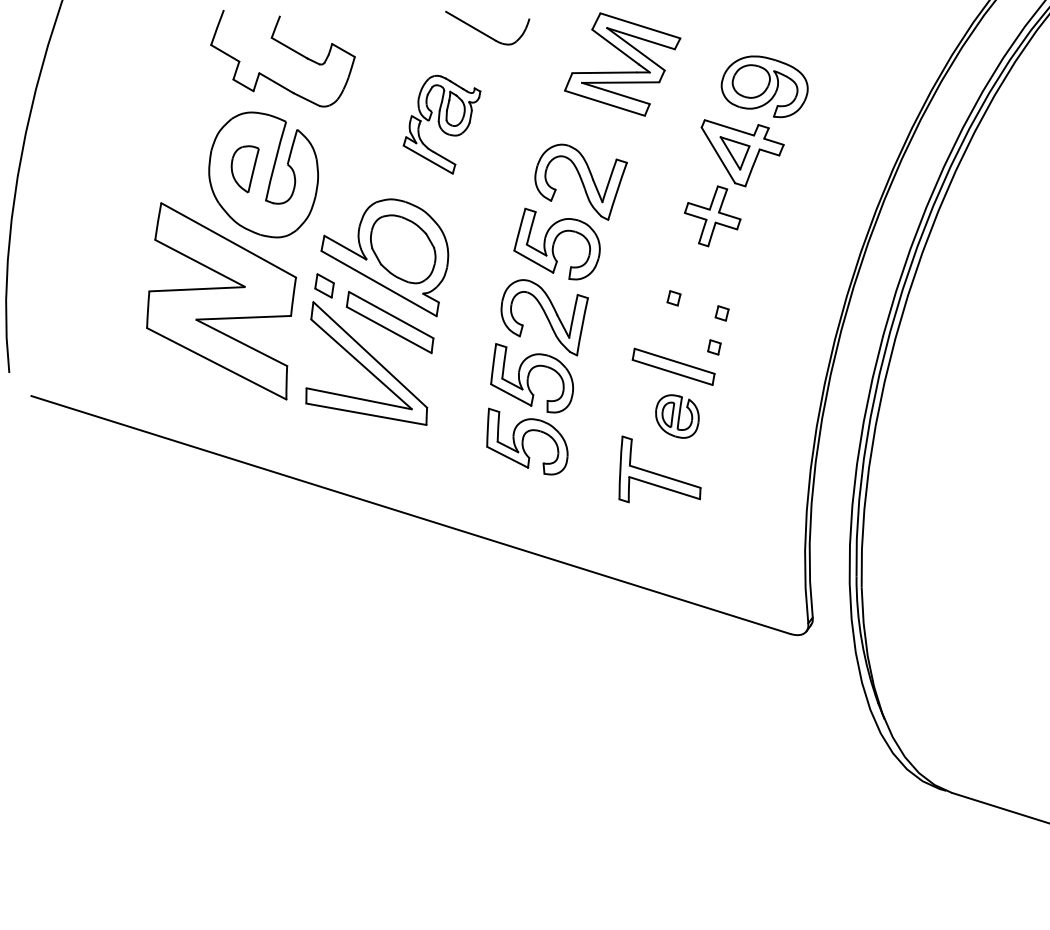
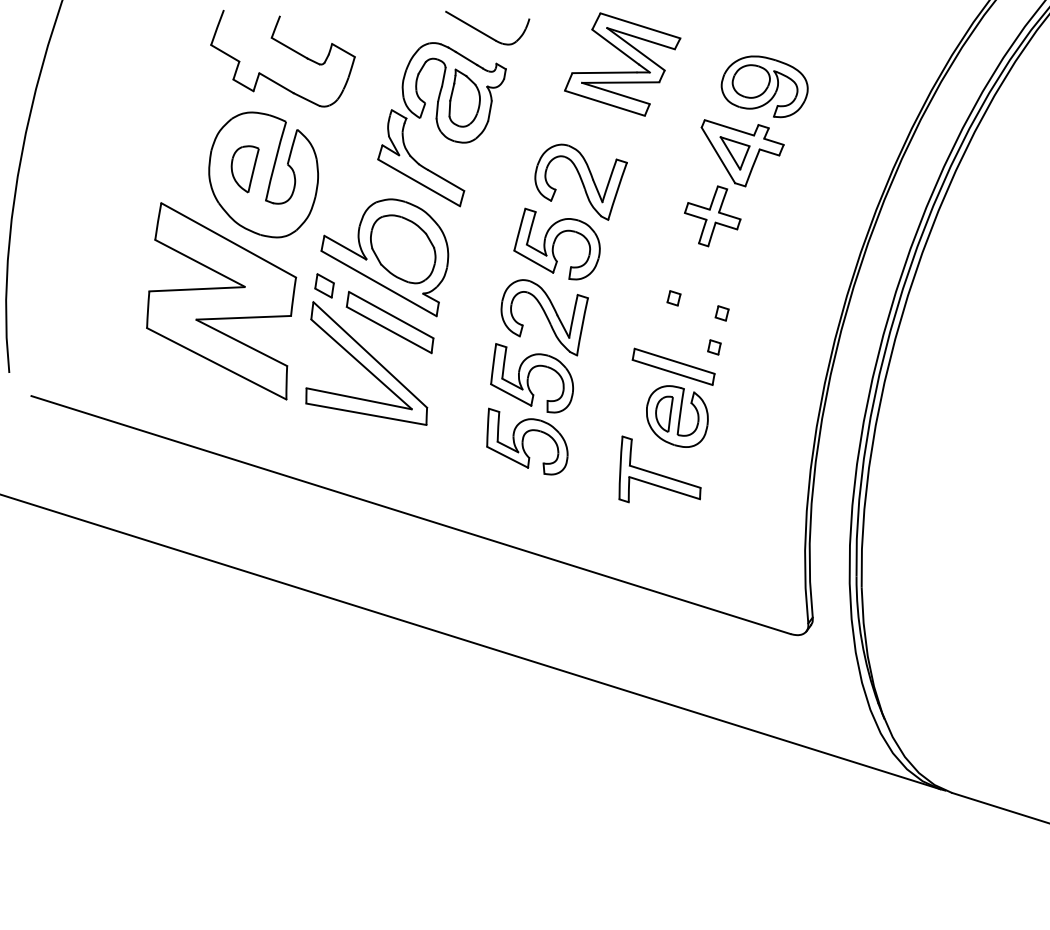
part at (441, 124) size: 80x100 px -> 130x166 px
part at (677, 416) size: 45x45 px -> 63x63 px
line at (471, 642): none -> present
